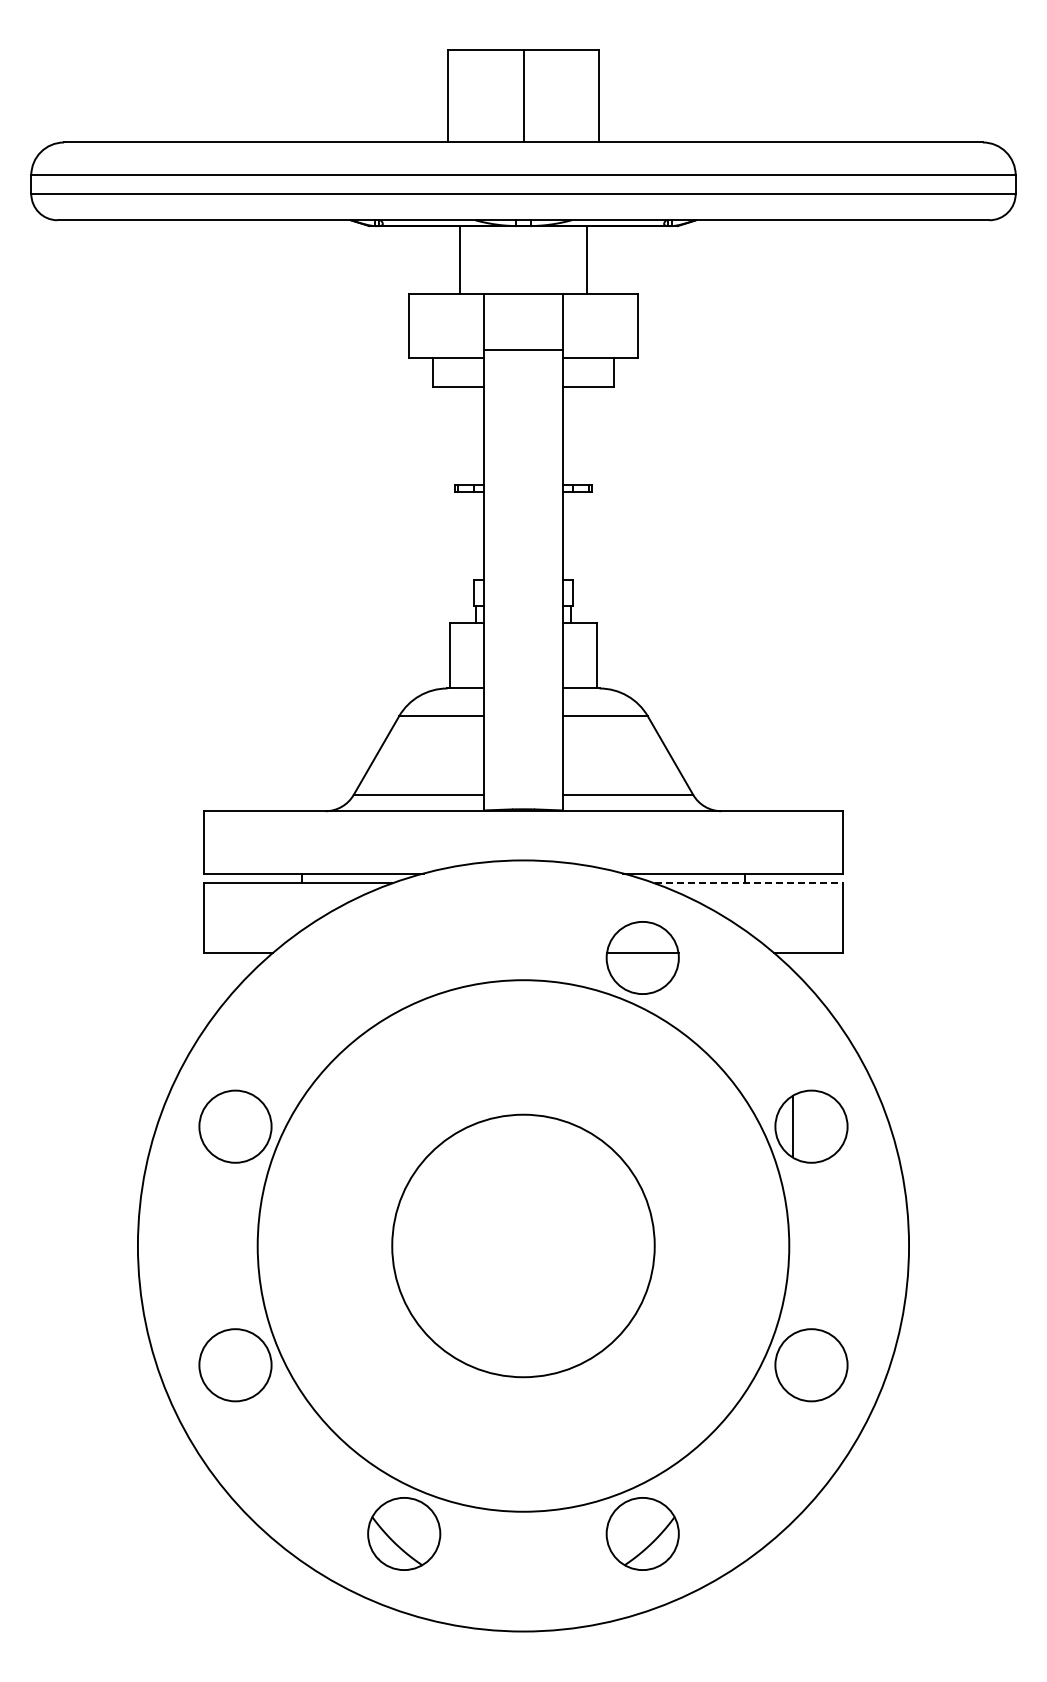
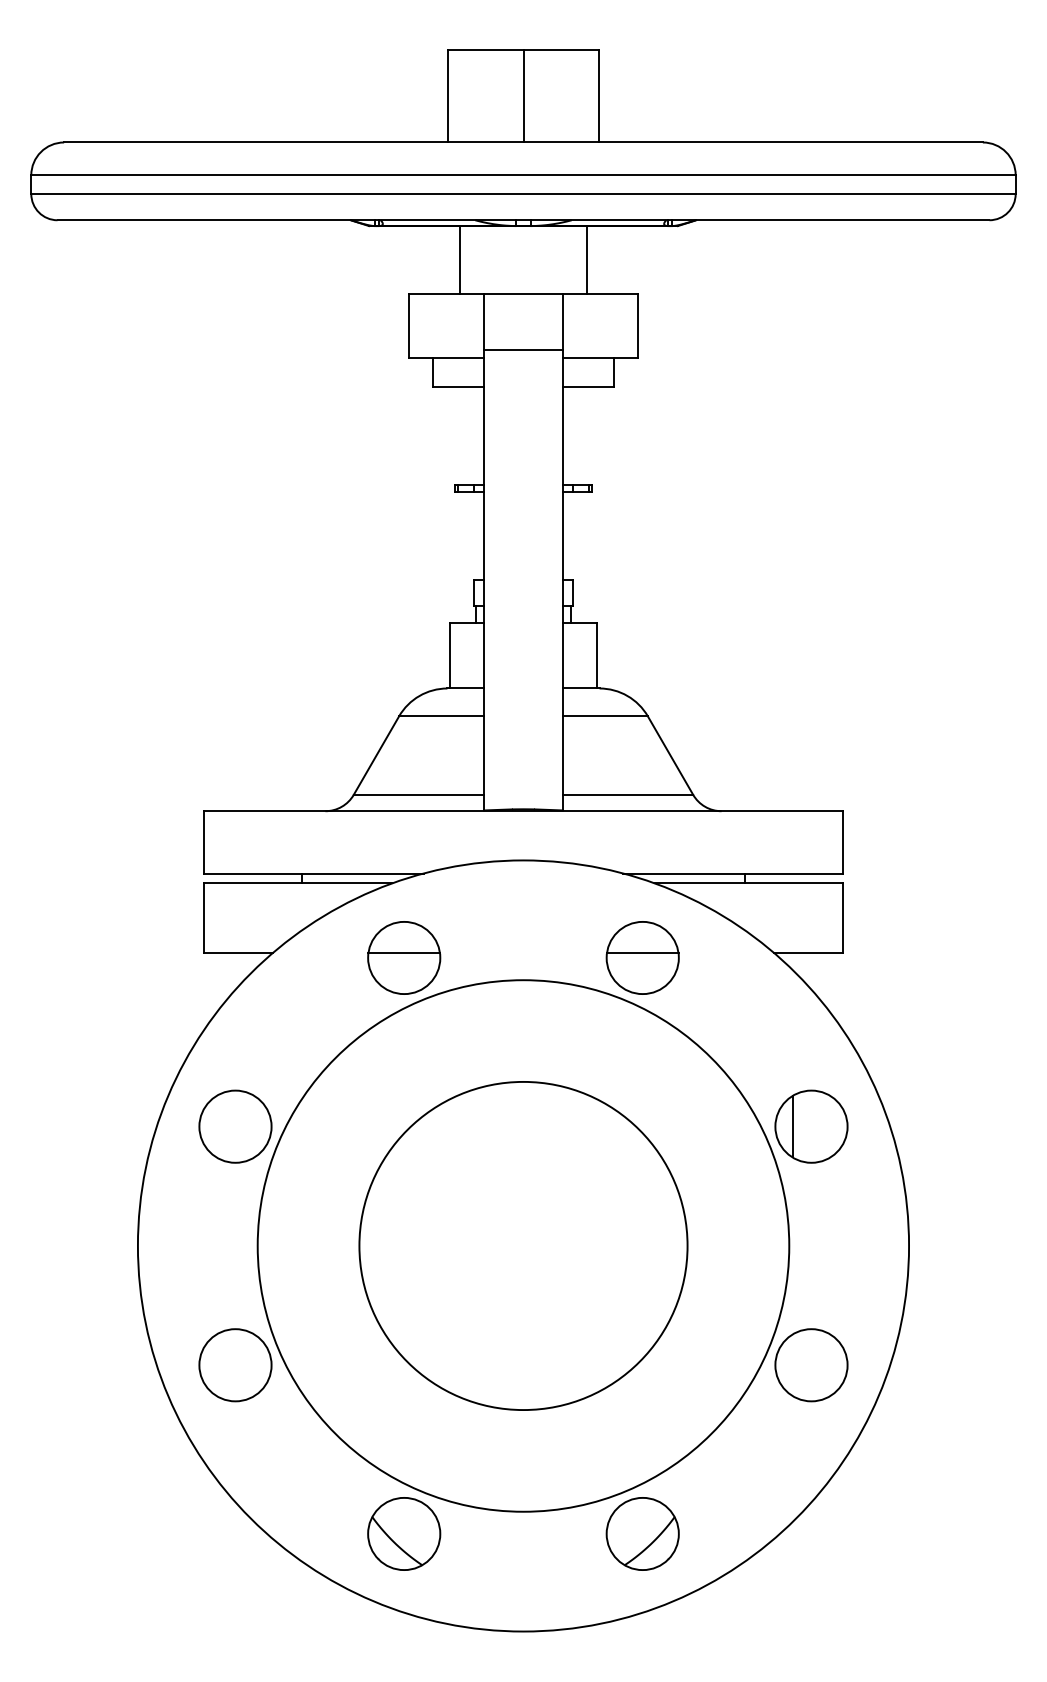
line at (749, 883): dashed -> solid
part at (404, 957): none -> present
circle at (523, 1245) diameter: 263 px -> 328 px
